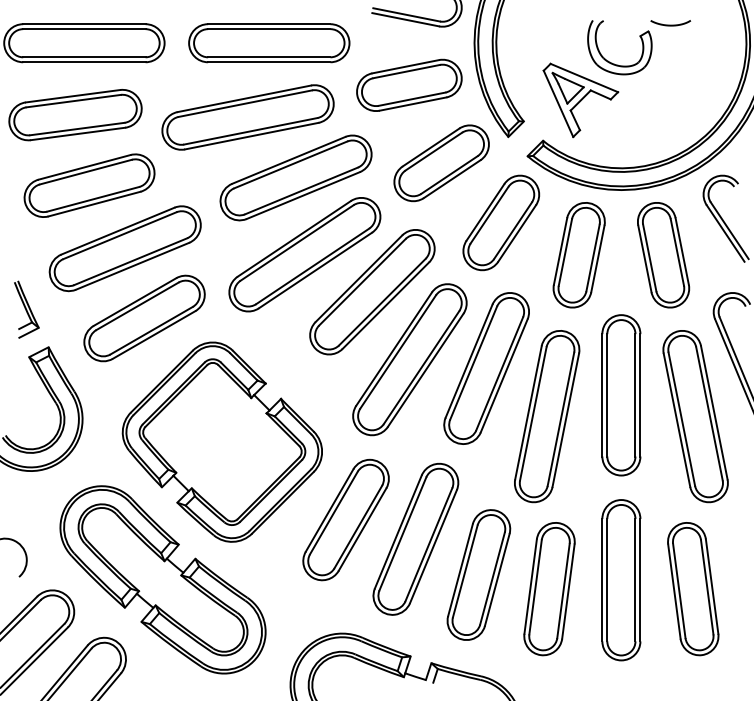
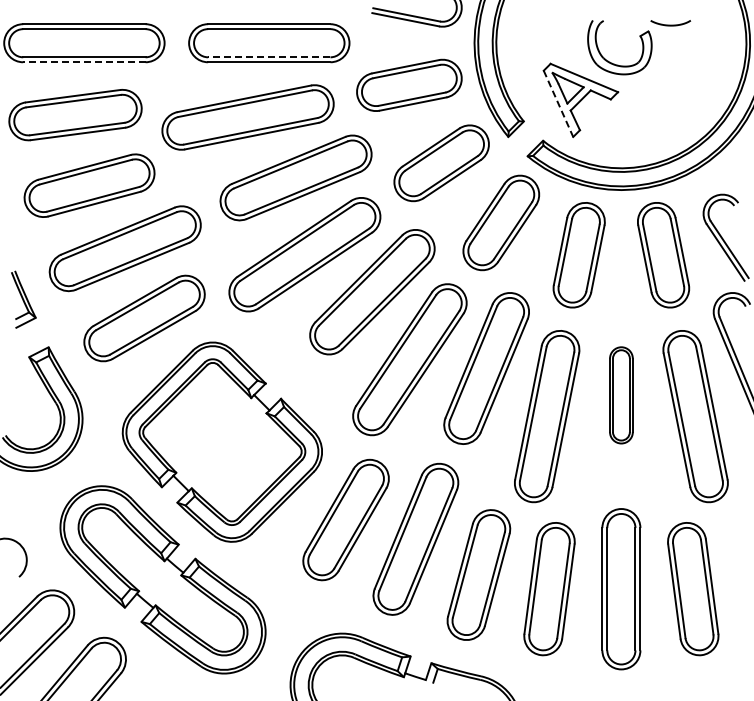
line at (268, 57): solid -> dashed
line at (83, 62): solid -> dashed
line at (558, 104): solid -> dashed
part at (725, 218) position: (725, 218) -> (725, 237)
part at (26, 309) position: (26, 309) -> (23, 299)
part at (621, 395) size: 41x163 px -> 25x99 px
part at (621, 580) position: (621, 580) -> (621, 589)
